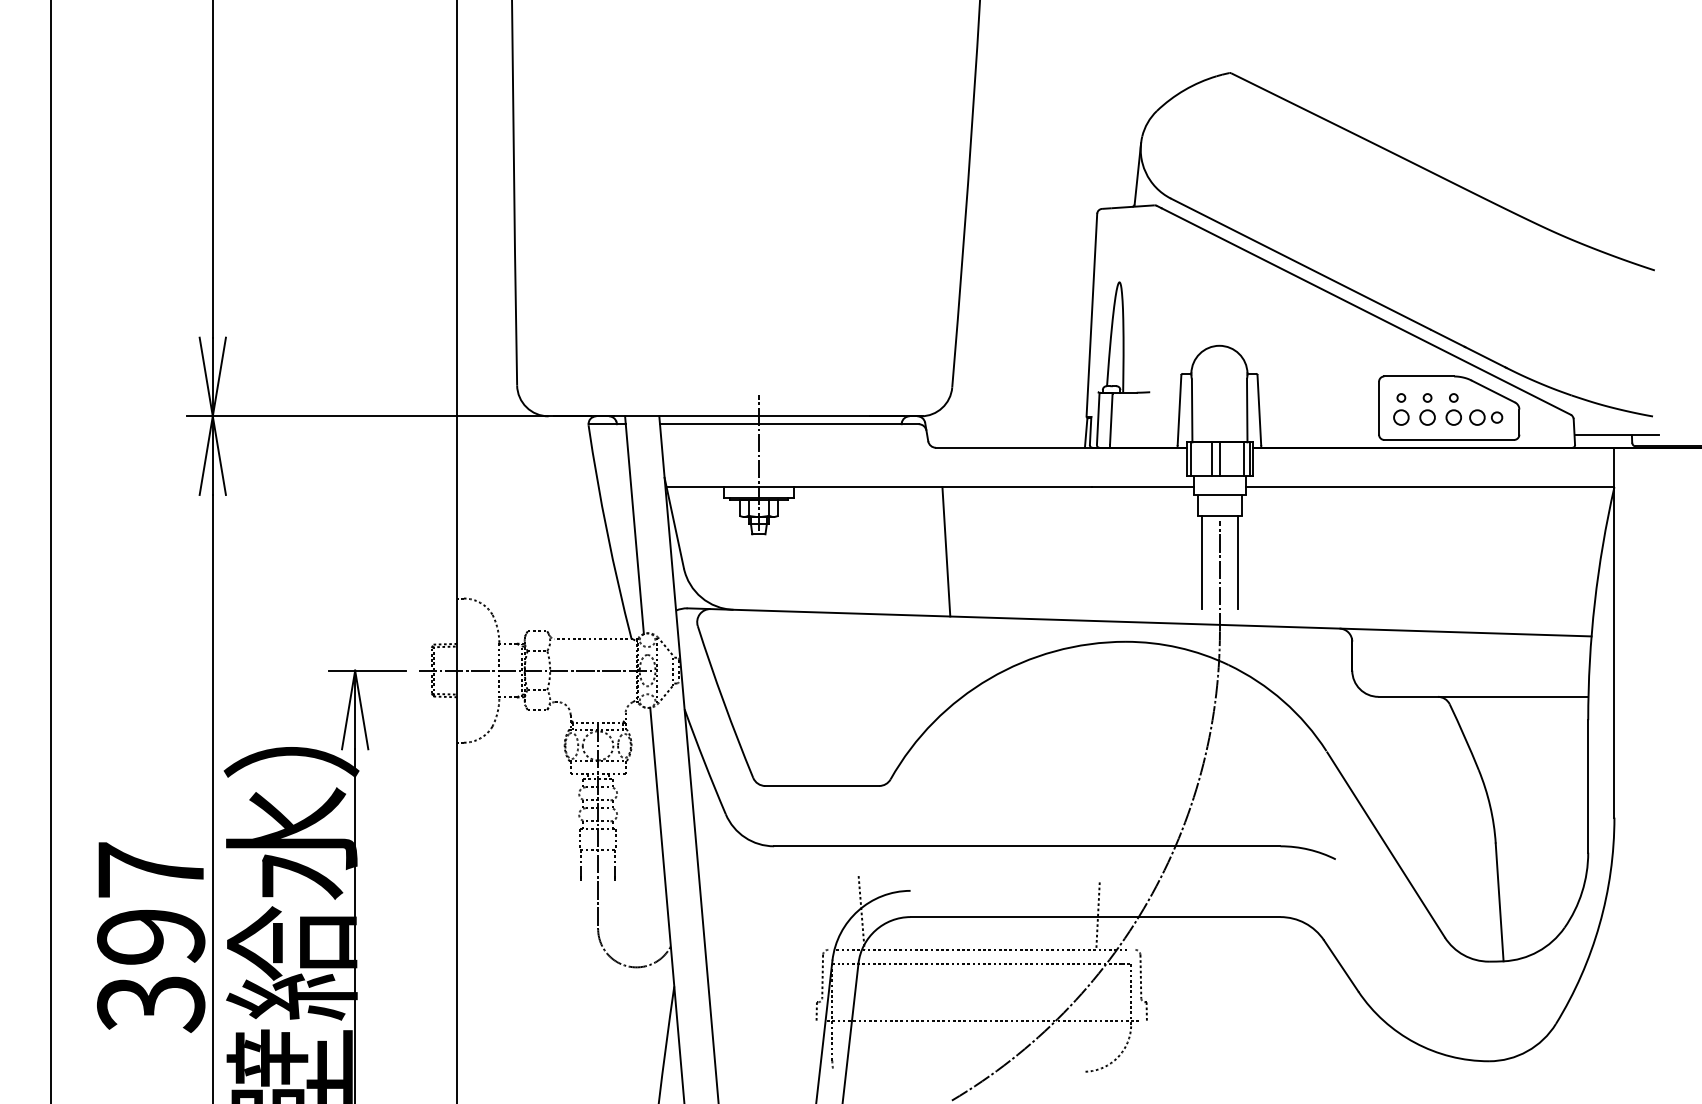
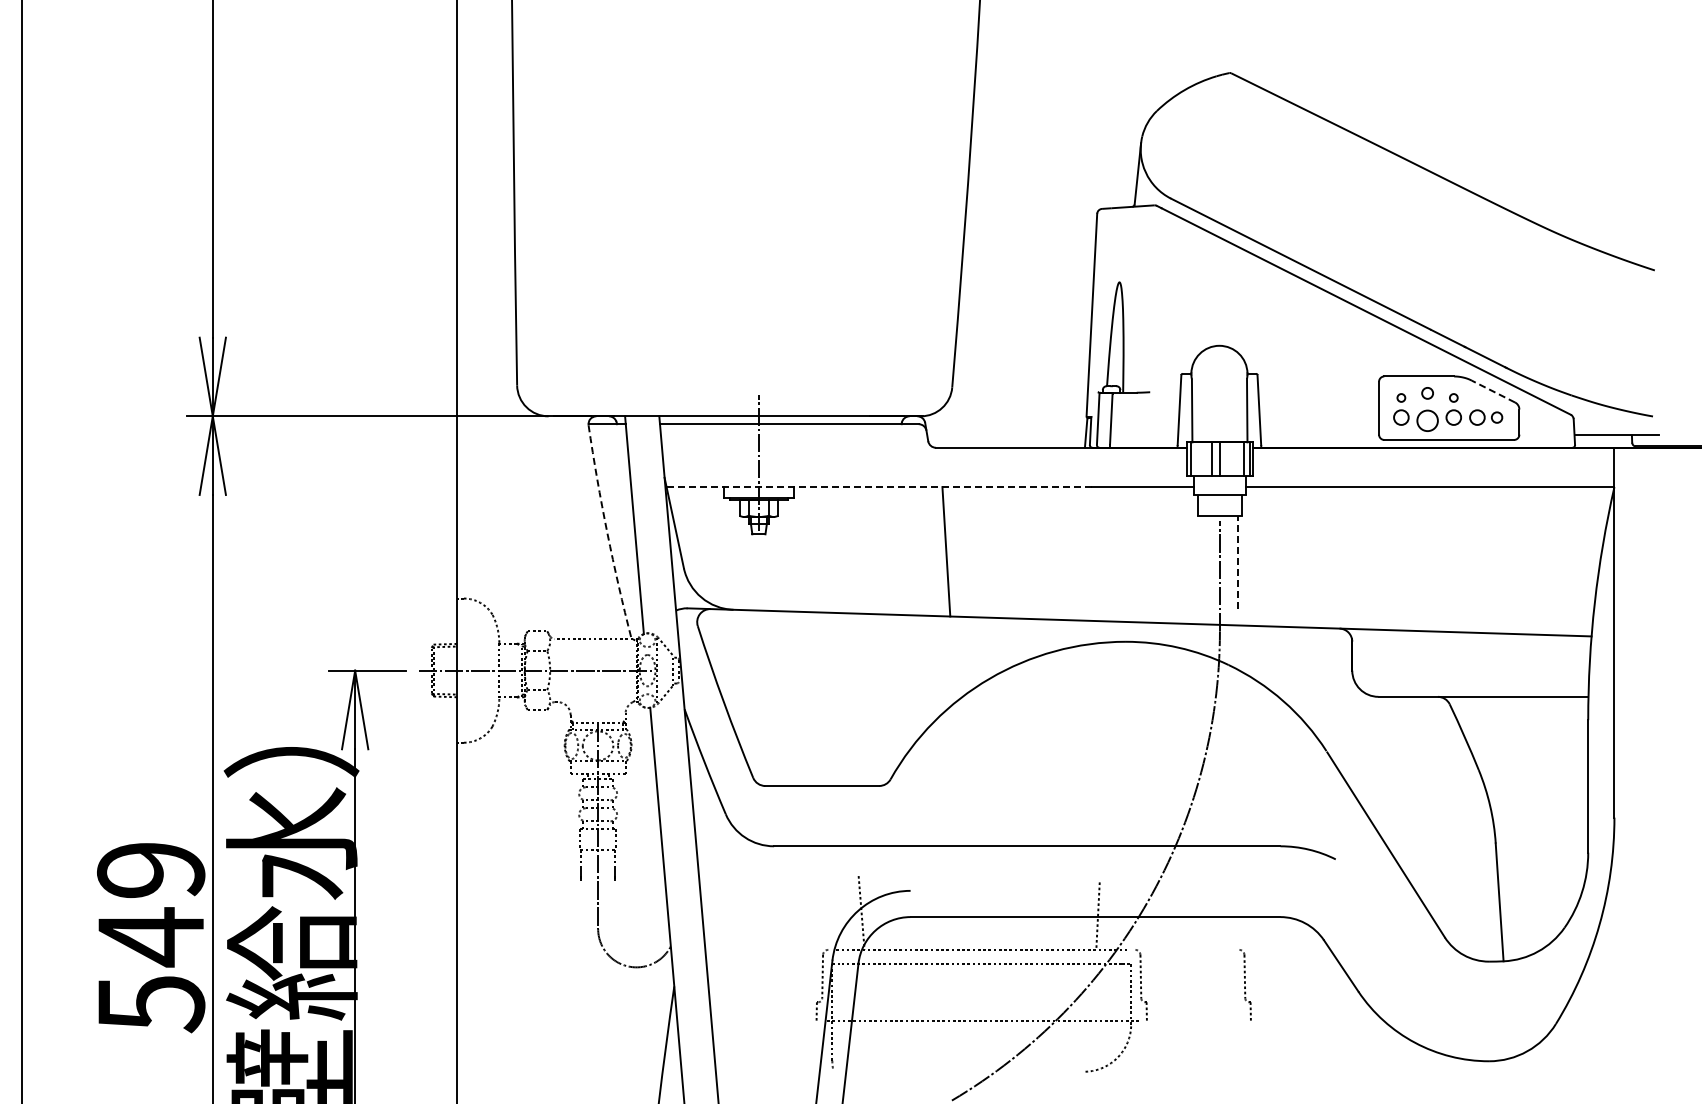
line at (1493, 391): solid -> dashed
part at (1427, 409) size: 17x33 px -> 23x45 px
line at (879, 487): solid -> dashed
arc at (607, 532): solid -> dashed
line at (51, 551) position: (51, 551) -> (22, 551)
line at (1201, 562): present -> none
line at (1238, 562): solid -> dashed
text at (151, 937): 397 -> 549
part at (1245, 984): none -> present
